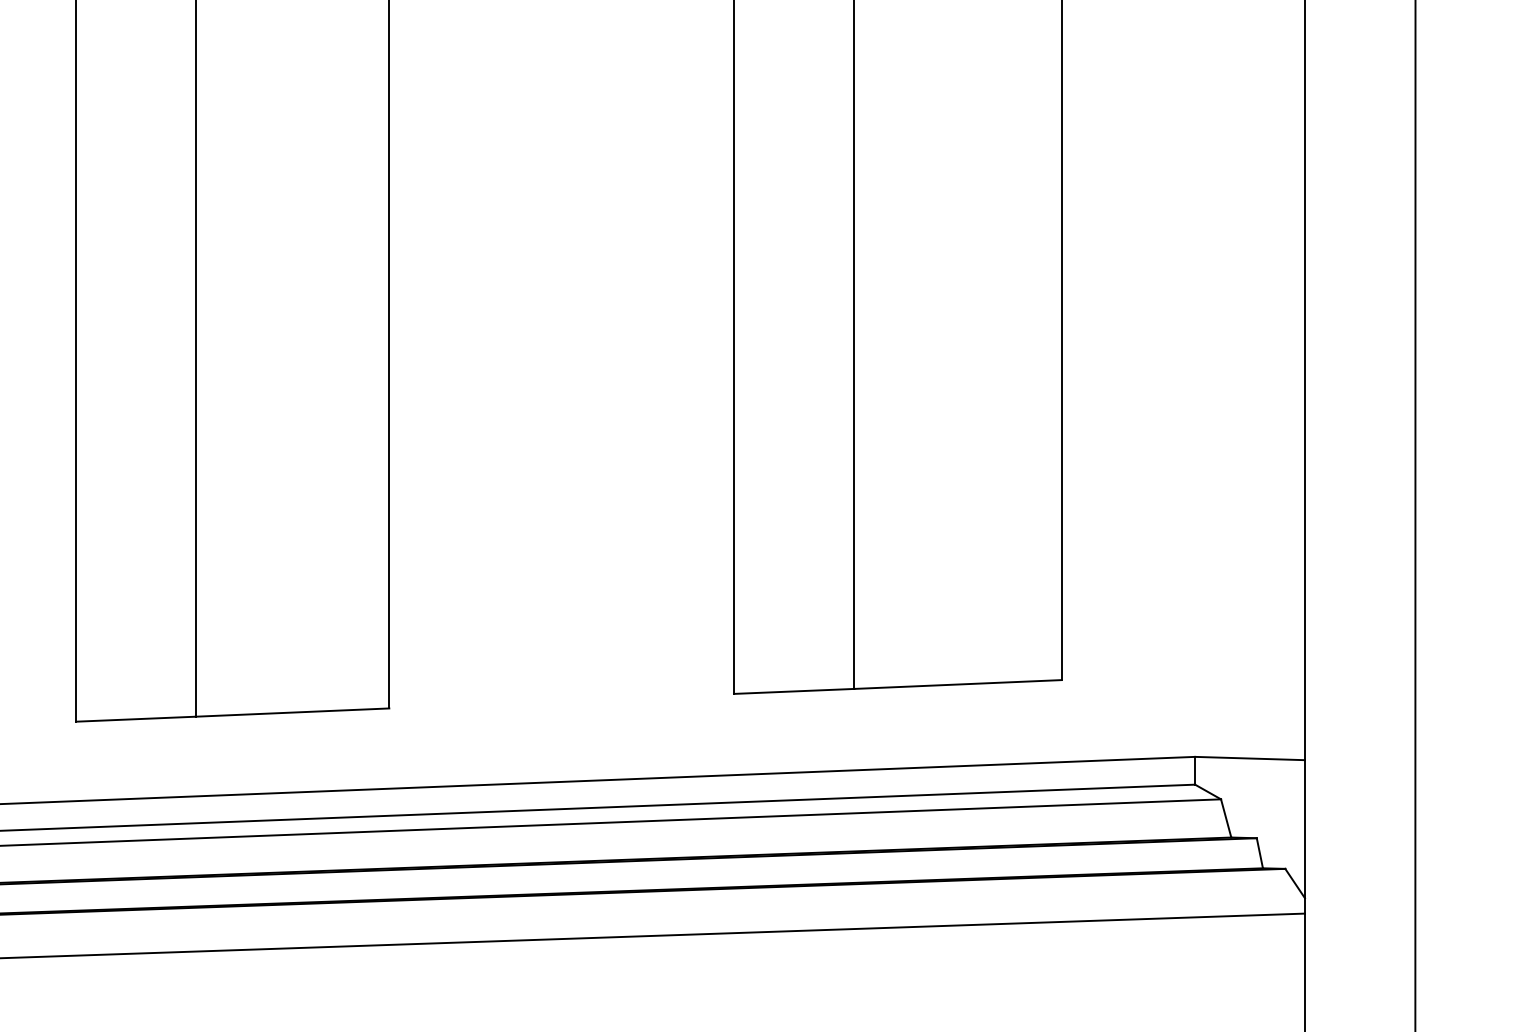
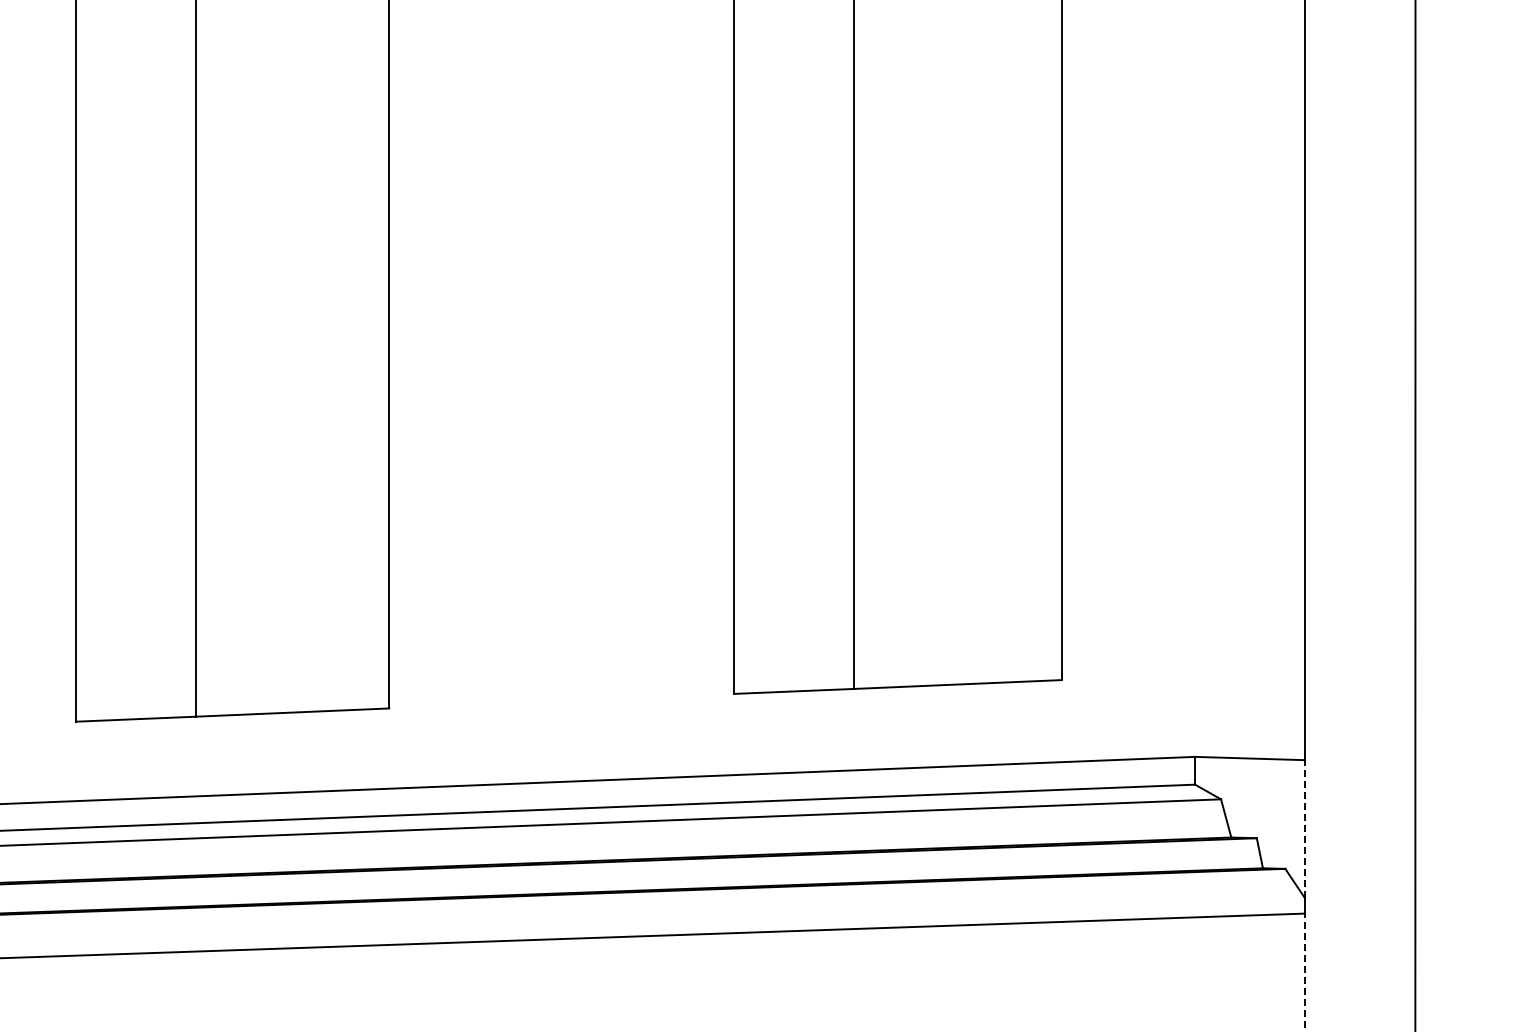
line at (1304, 828): solid -> dashed
line at (1304, 972): solid -> dashed
